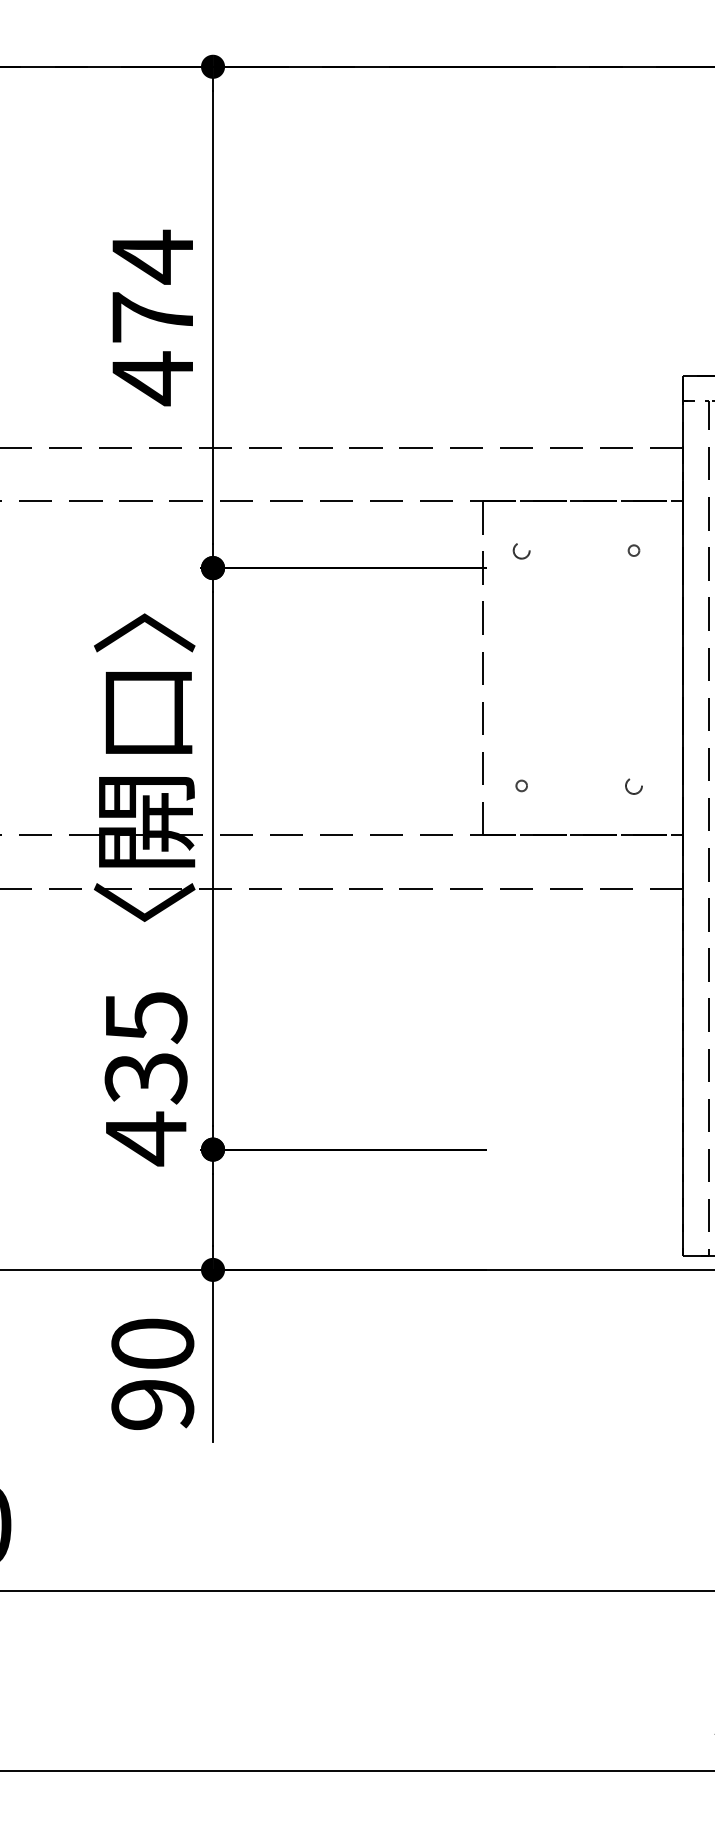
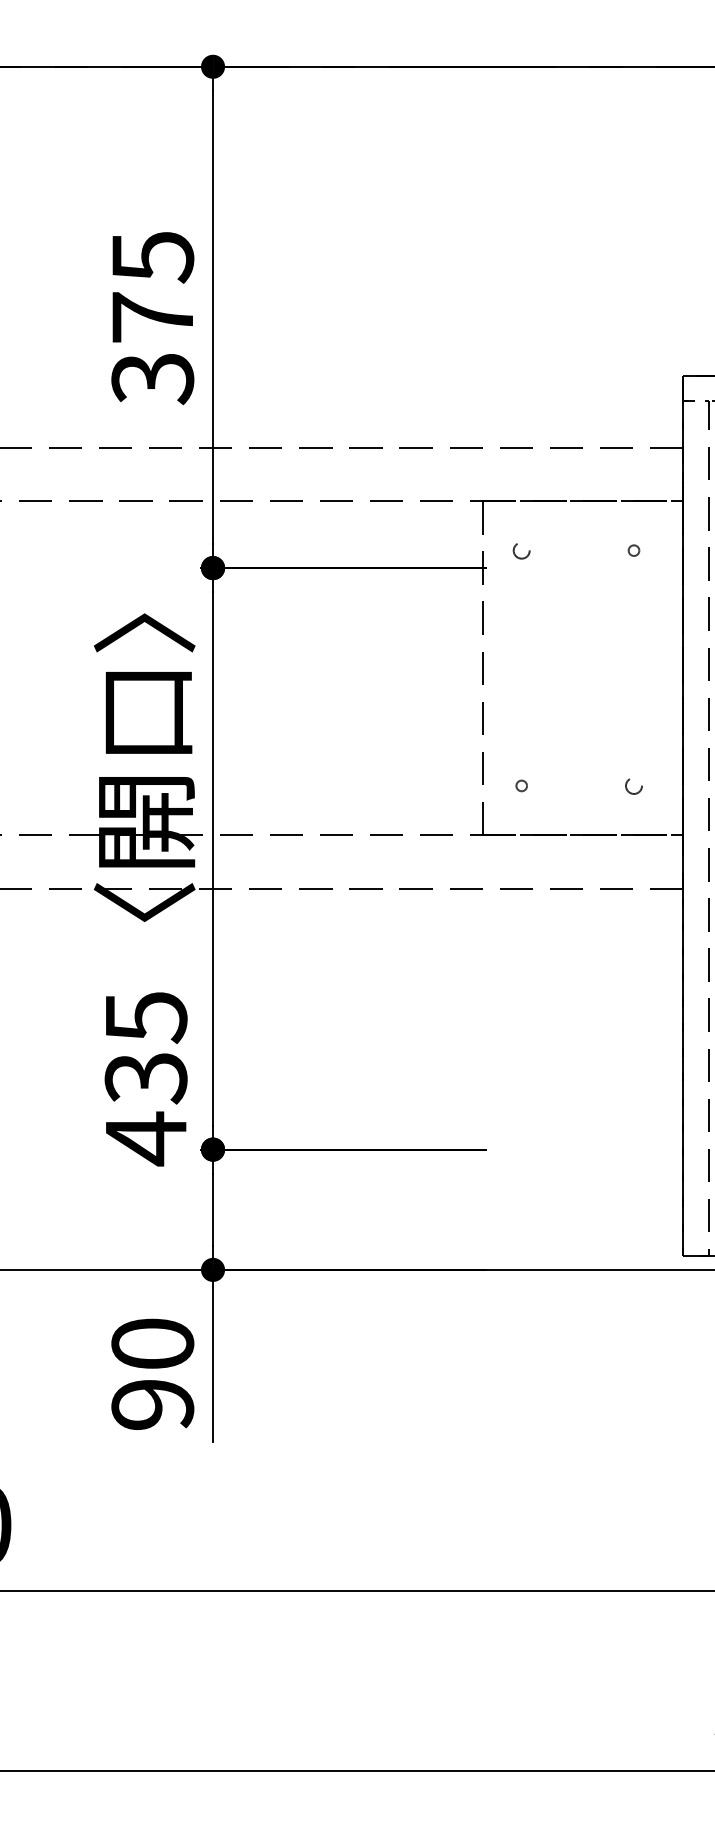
text at (152, 317): 474 -> 375
